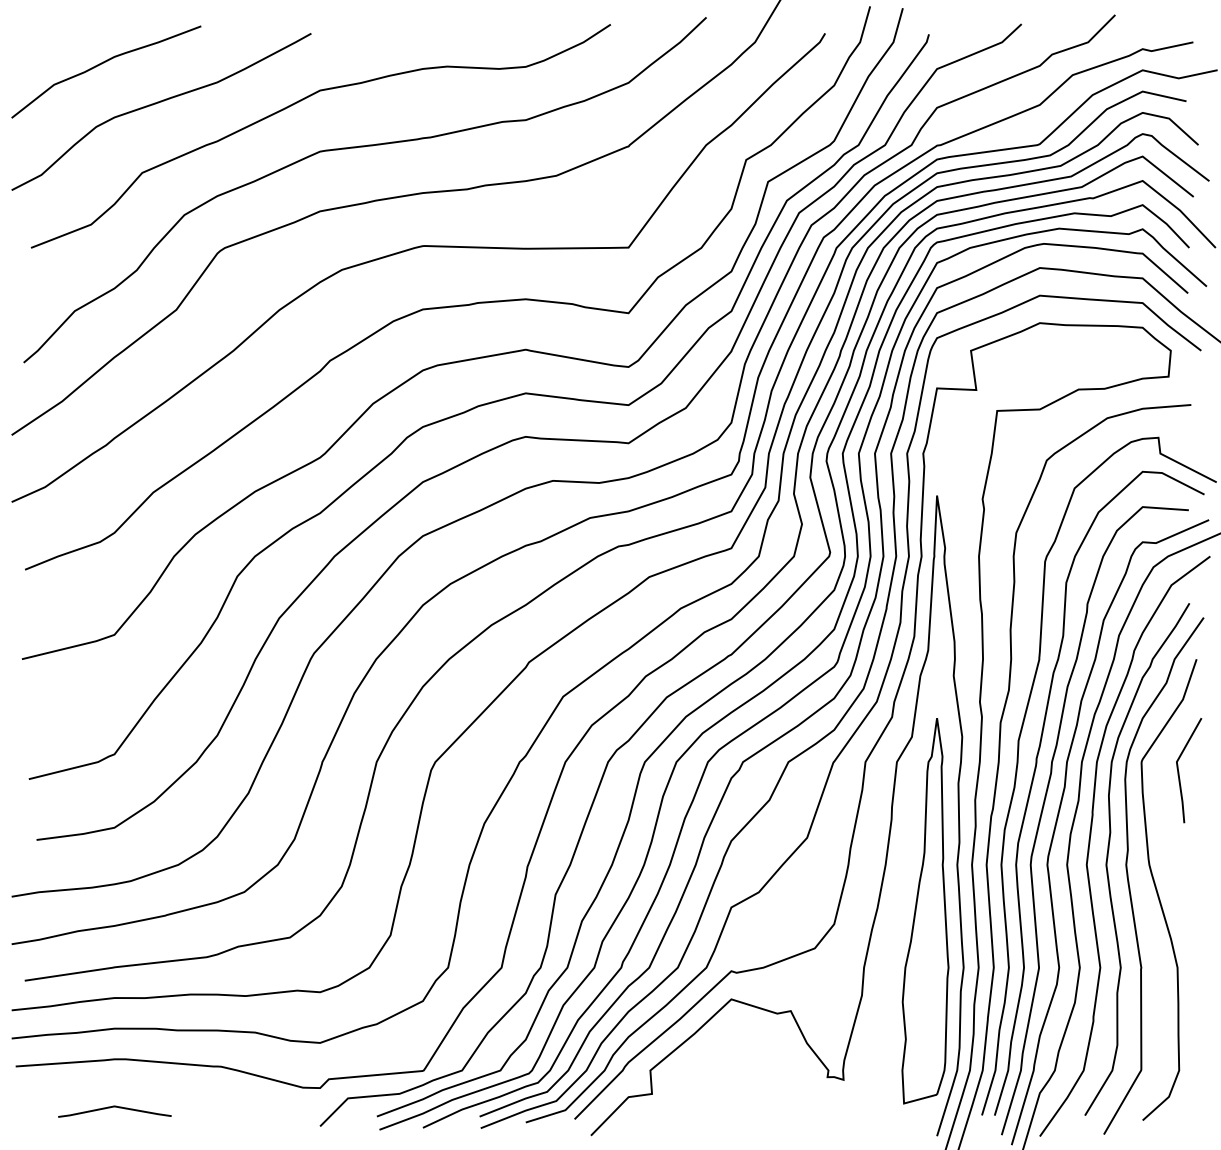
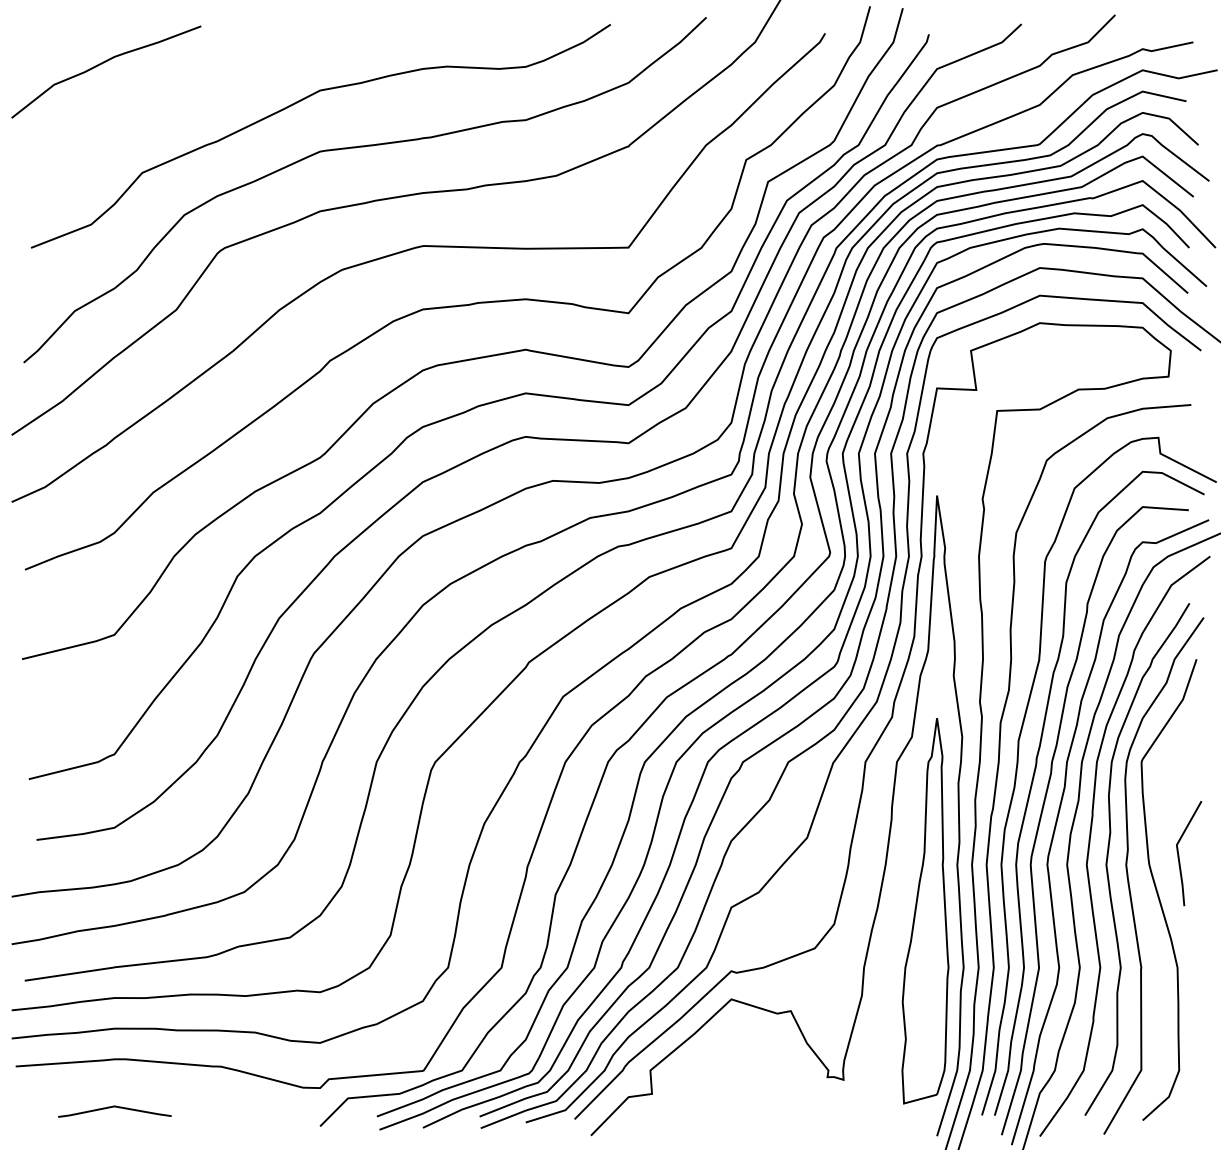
curve at (158, 103): present -> none
line at (1179, 771) position: (1179, 771) -> (1179, 854)
